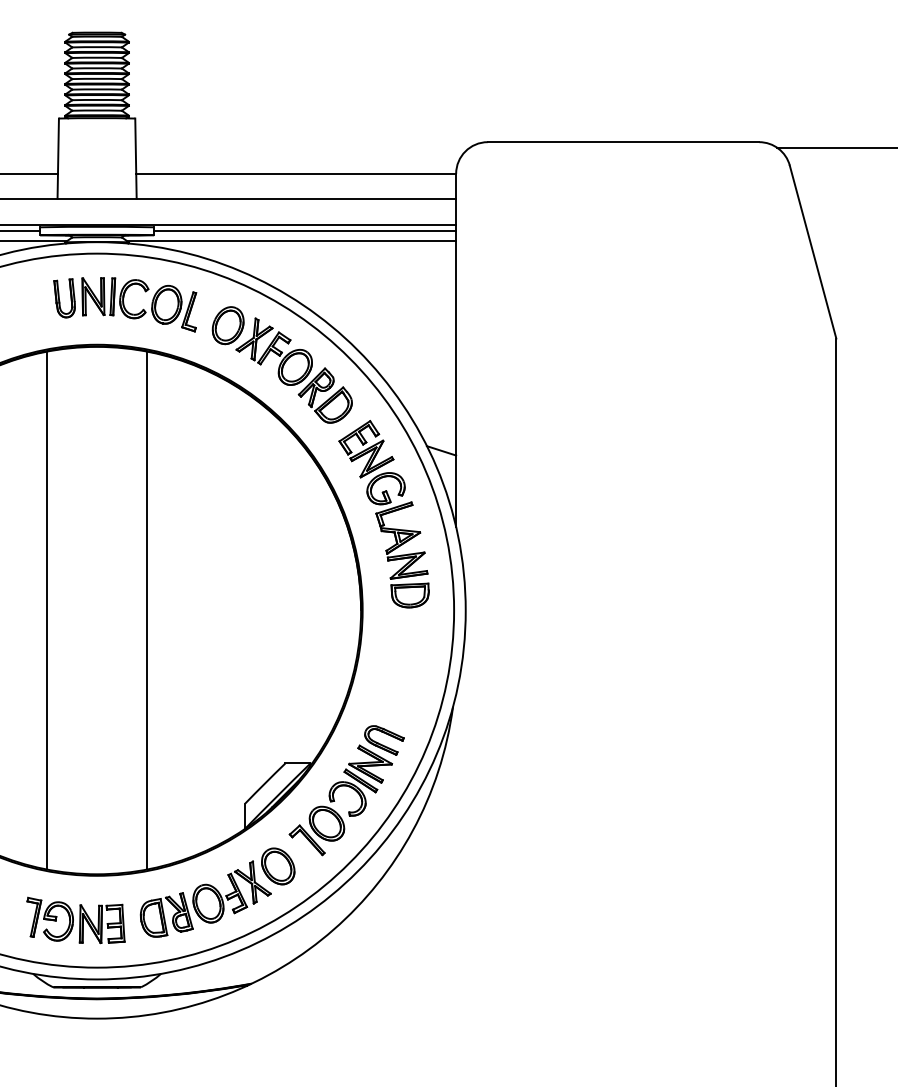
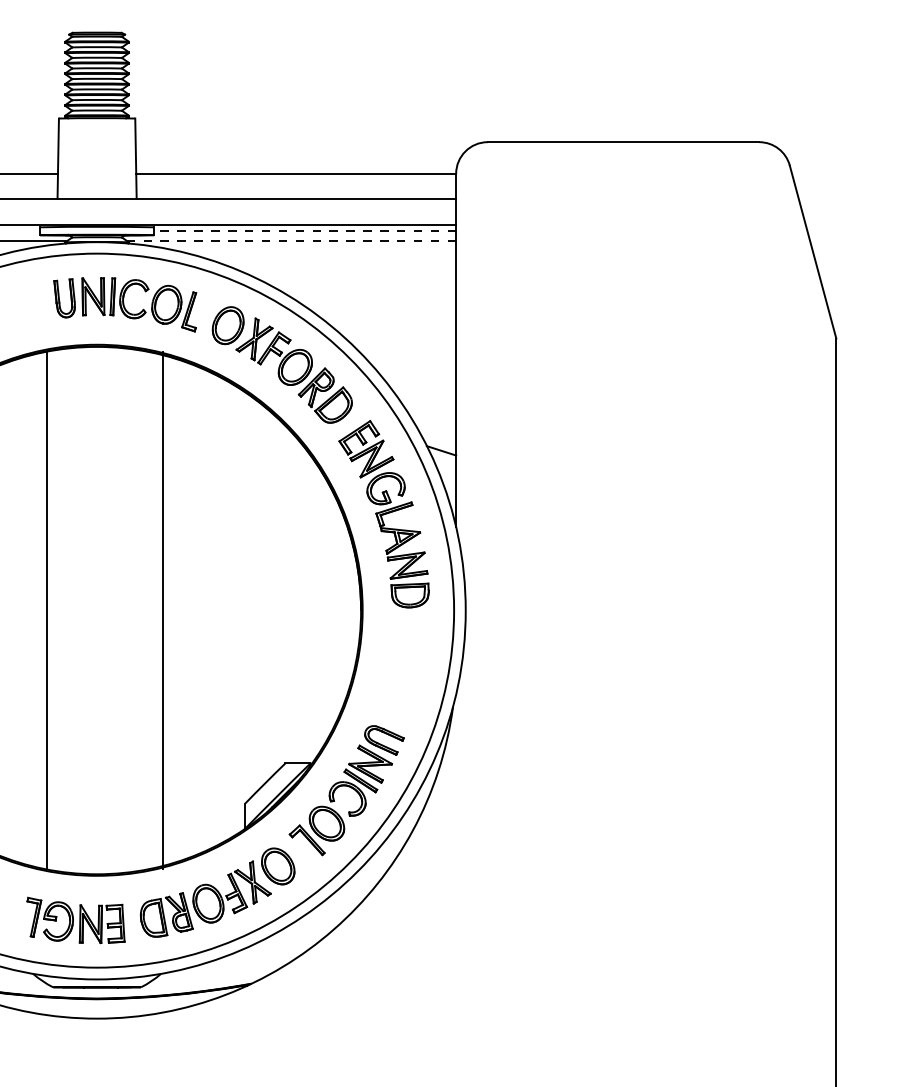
line at (835, 147): present -> none
line at (21, 230): present -> none
line at (304, 230): solid -> dashed
line at (291, 241): solid -> dashed
line at (147, 610) position: (147, 610) -> (163, 610)
